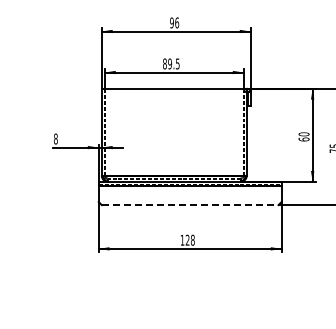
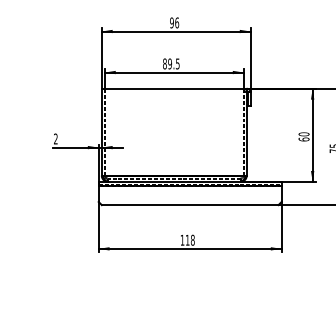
text at (55, 138): 8 -> 2
line at (190, 205): dashed -> solid
text at (187, 239): 128 -> 118
